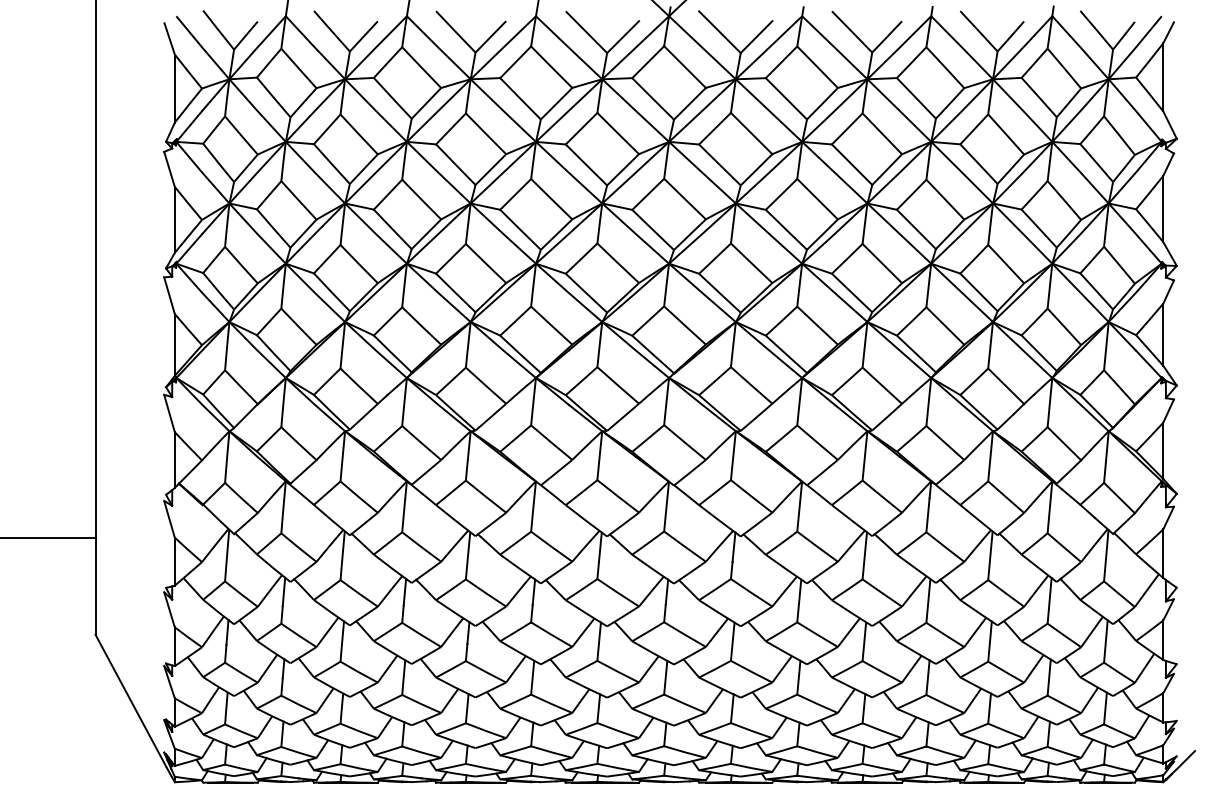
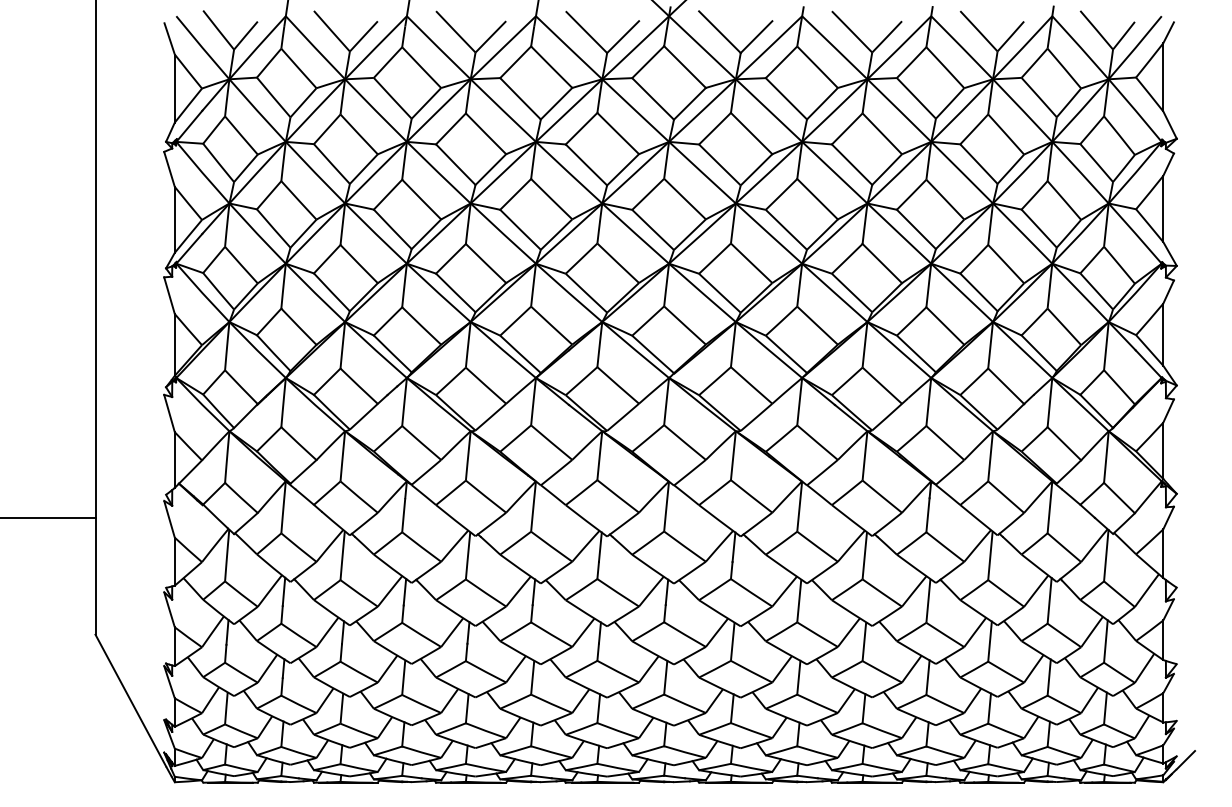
line at (48, 538) position: (48, 538) -> (48, 518)
